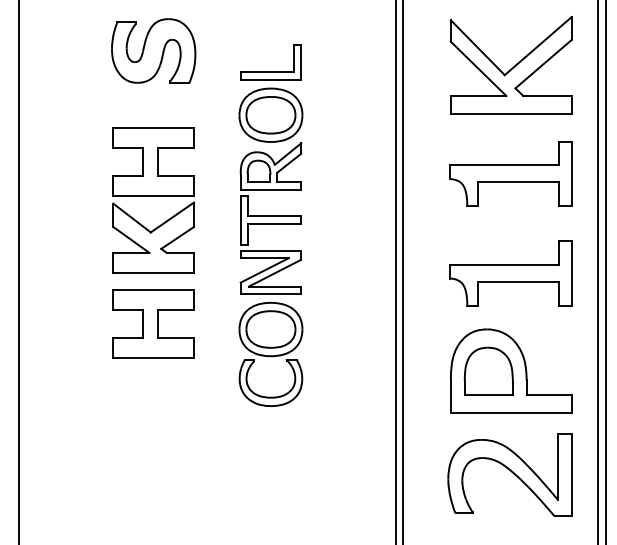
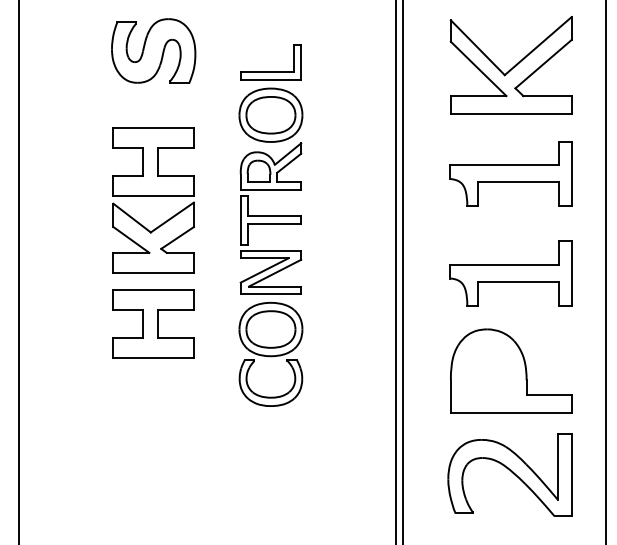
line at (598, 271): present -> none
part at (488, 370): present -> none
